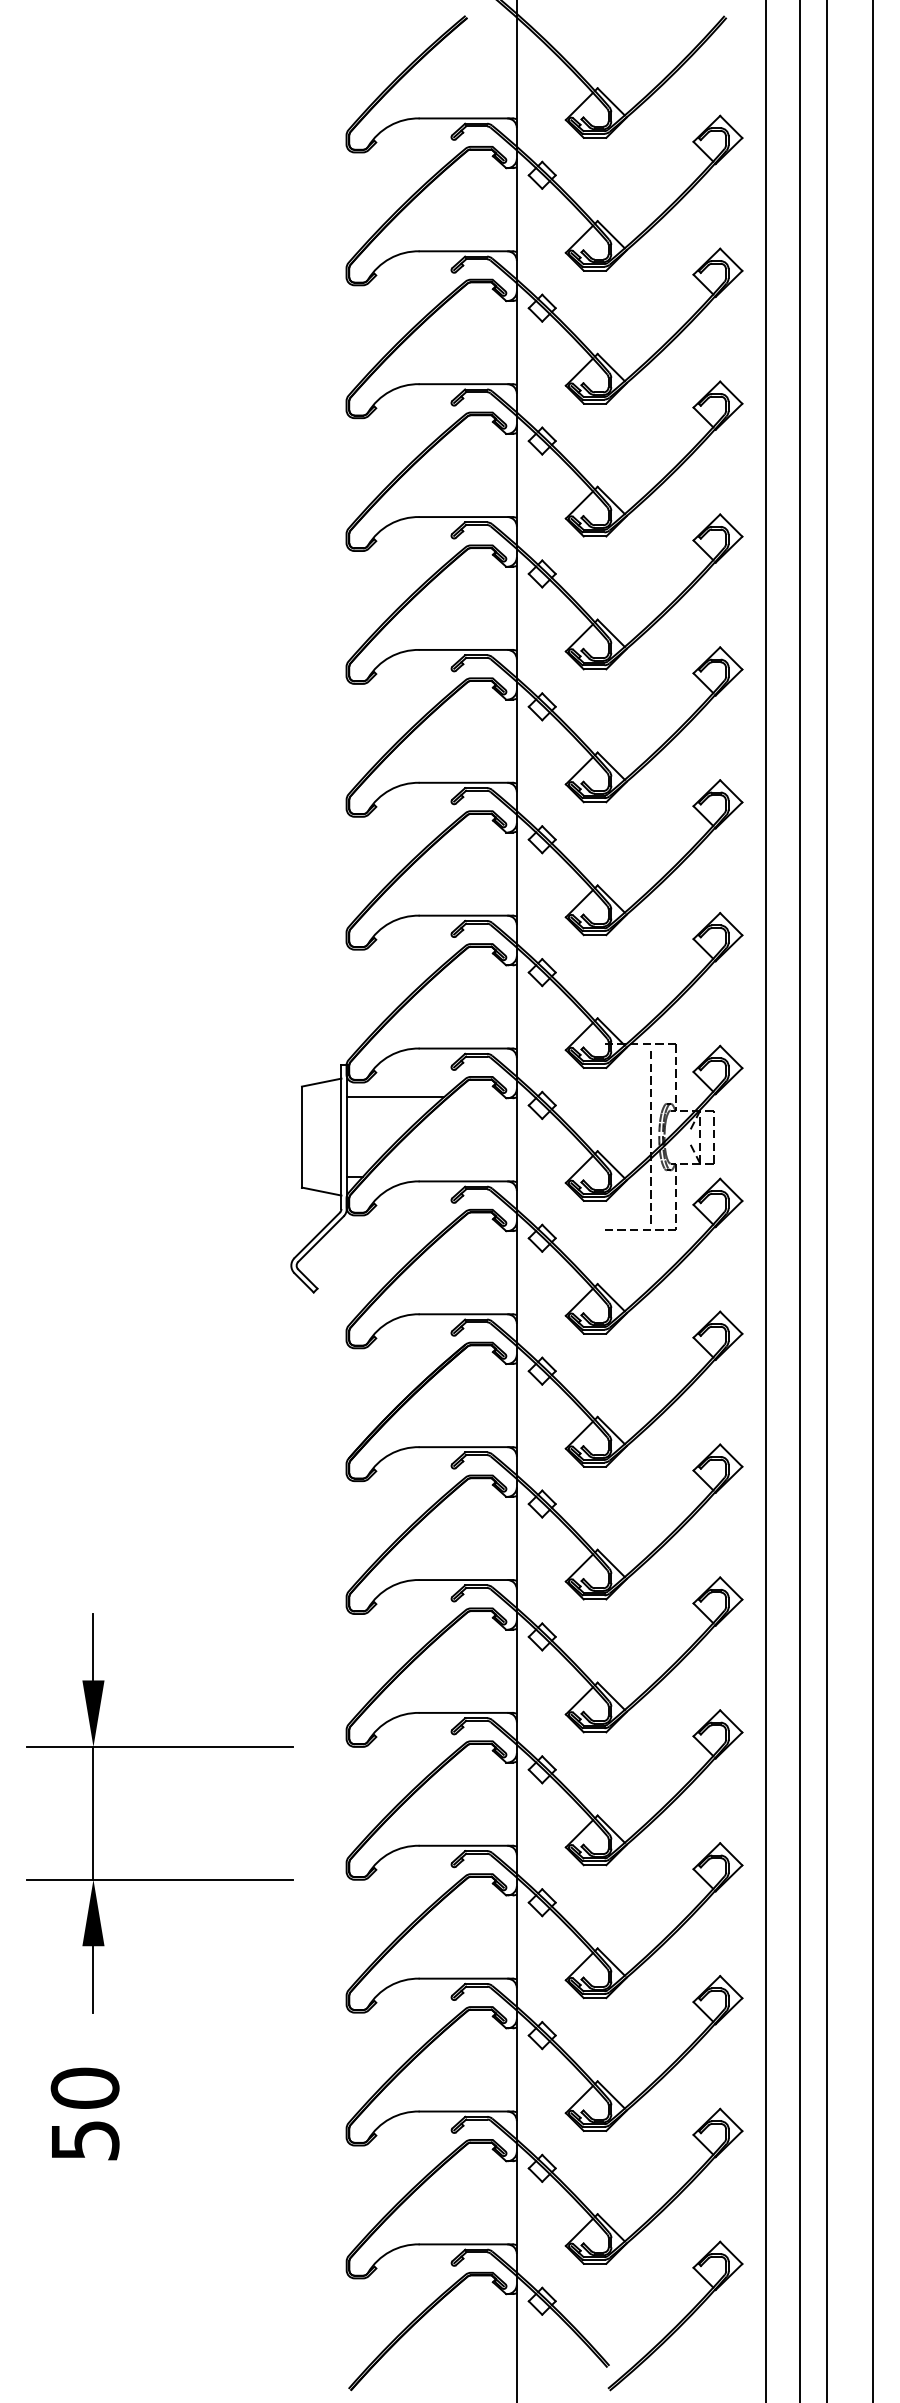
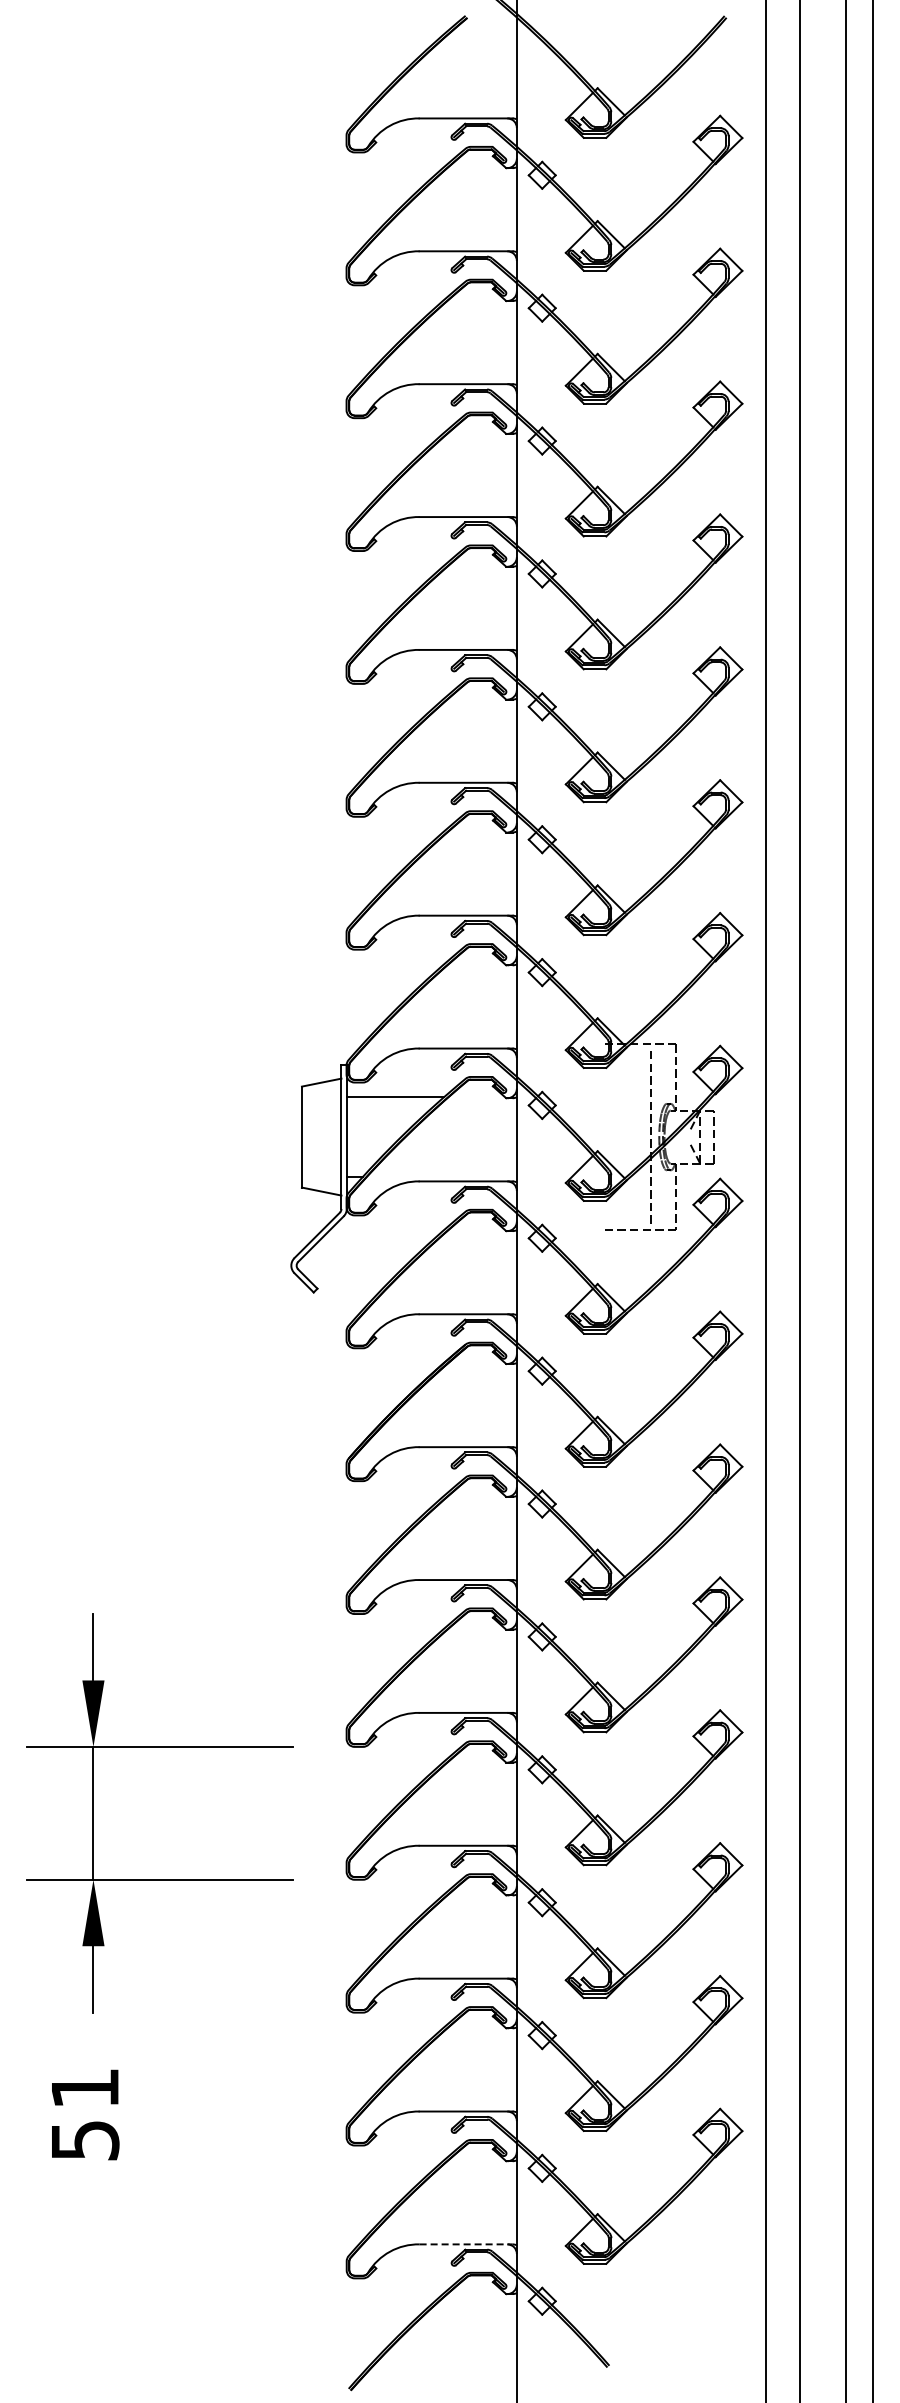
line at (826, 1200) position: (826, 1200) -> (845, 1200)
text at (84, 2087): 50 -> 51
line at (466, 2244): solid -> dashed
part at (680, 2320): present -> none
